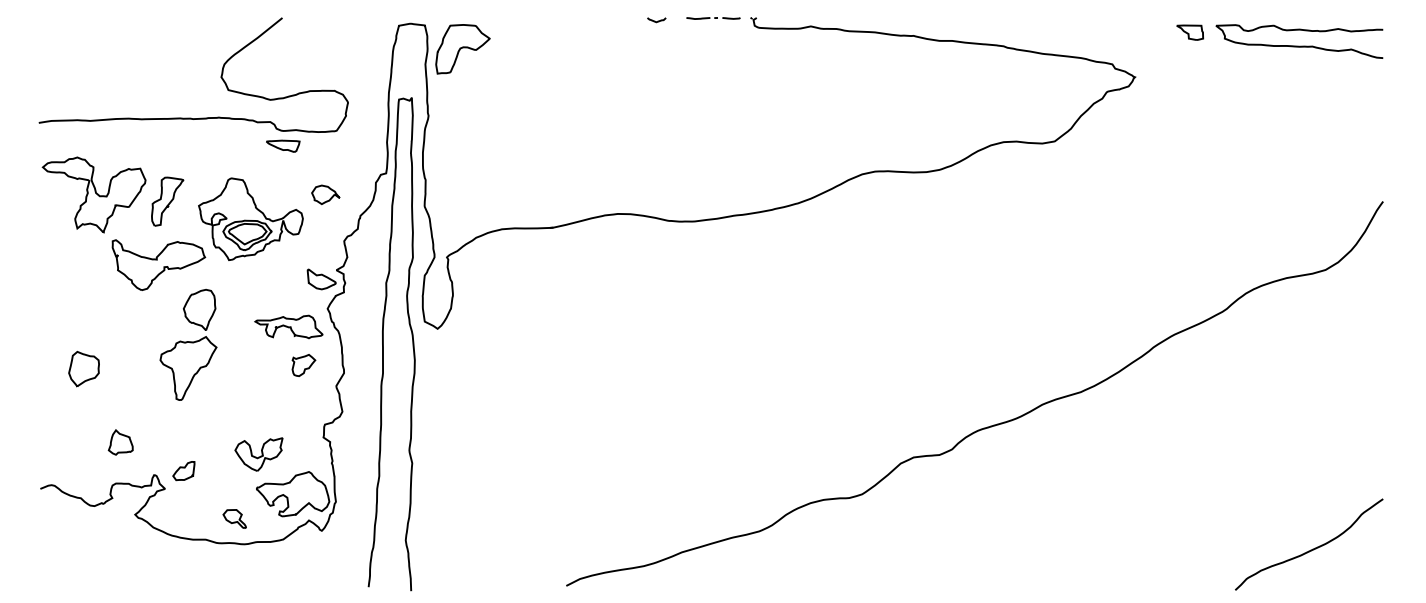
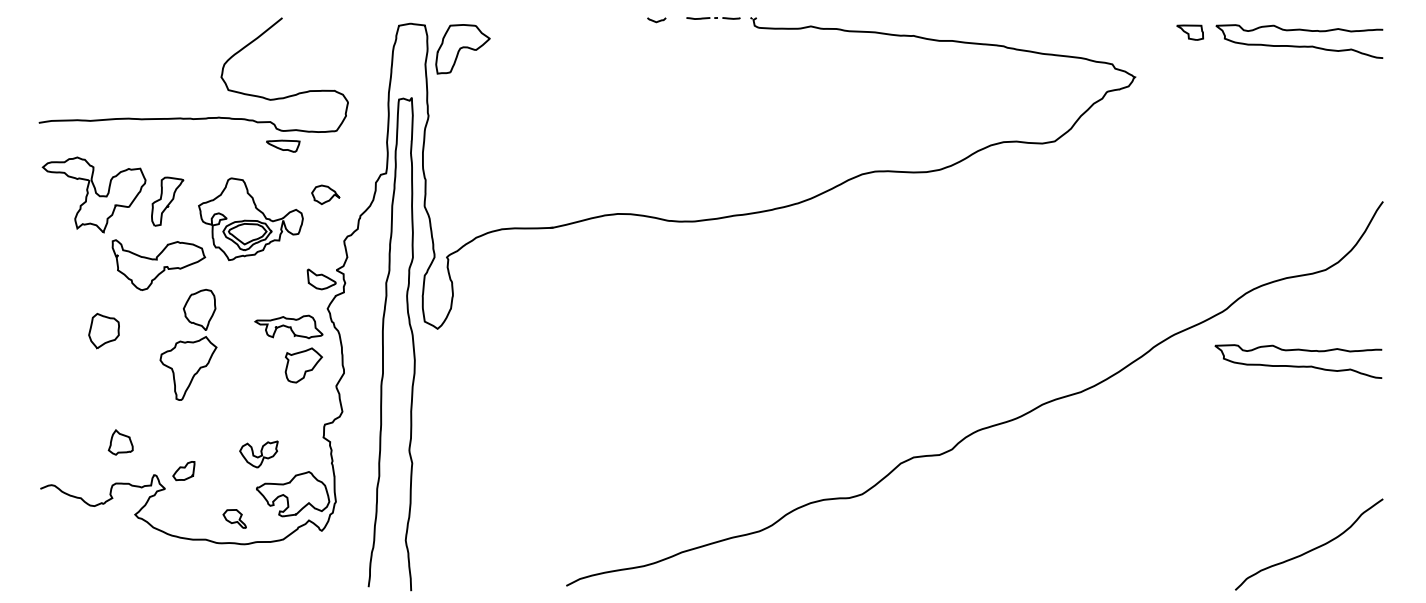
part at (303, 365) size: 26x23 px -> 39x37 px
curve at (1298, 365): none -> present
part at (83, 369) position: (83, 369) -> (103, 331)
part at (258, 454) size: 50x35 px -> 40x29 px
